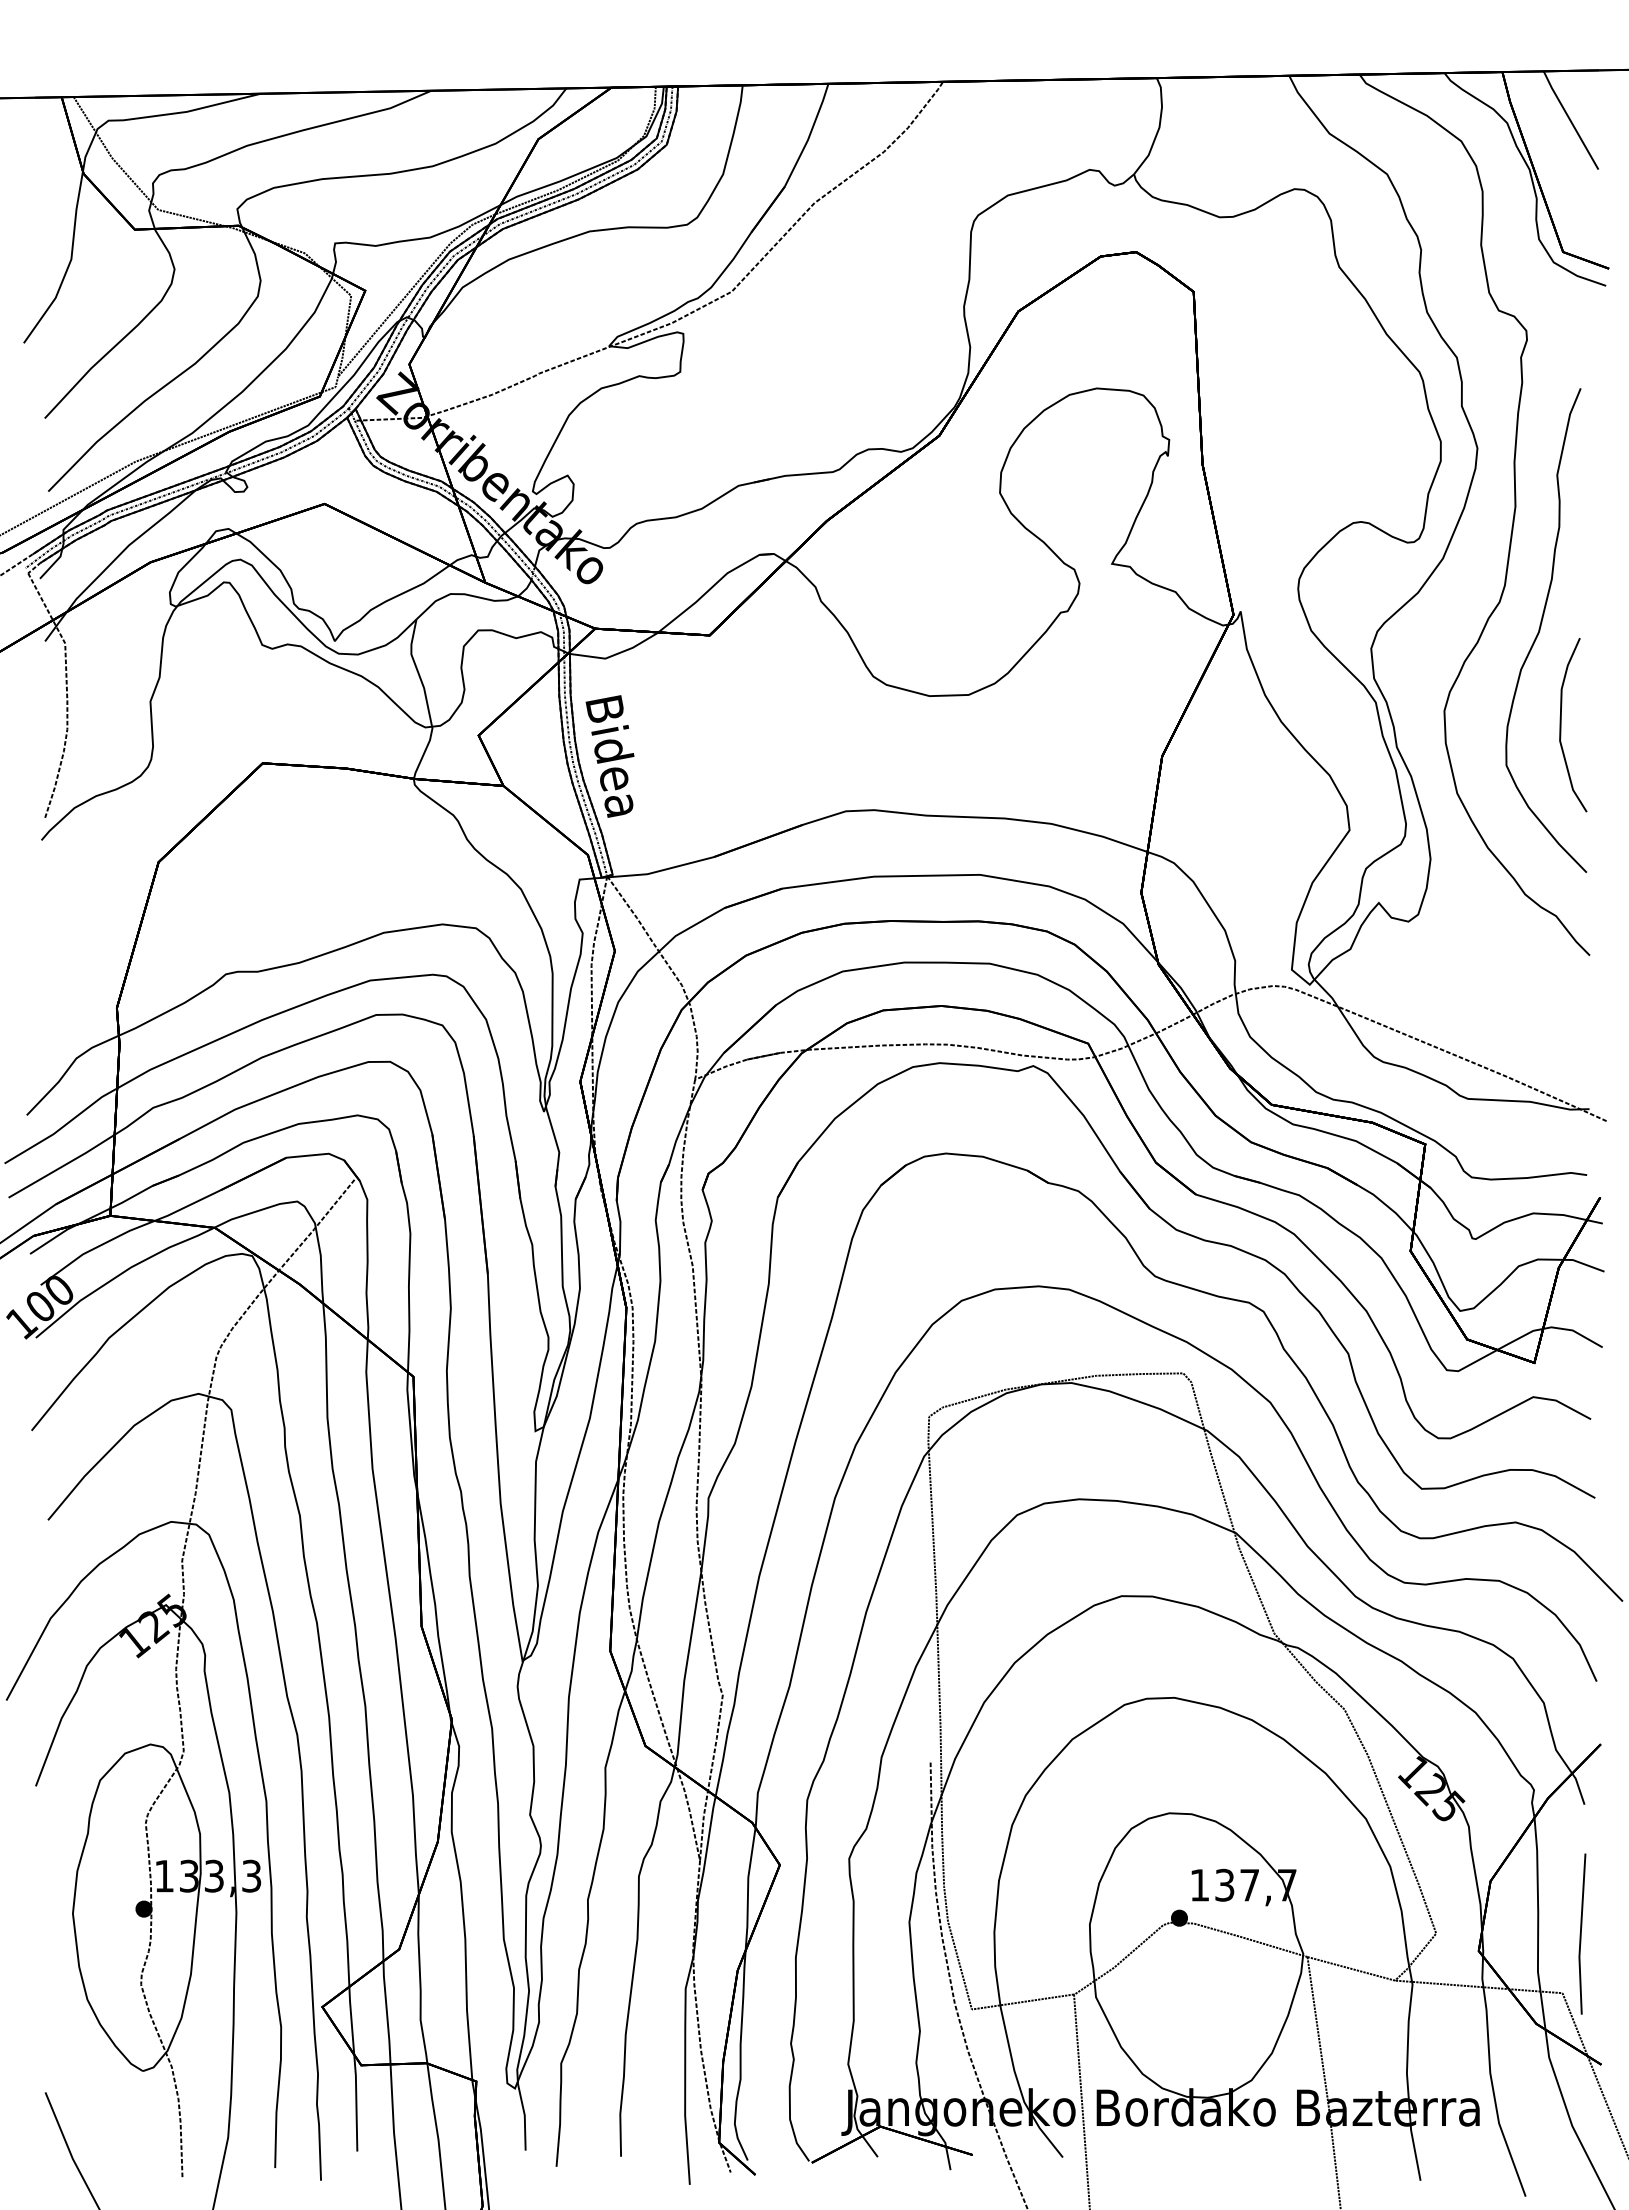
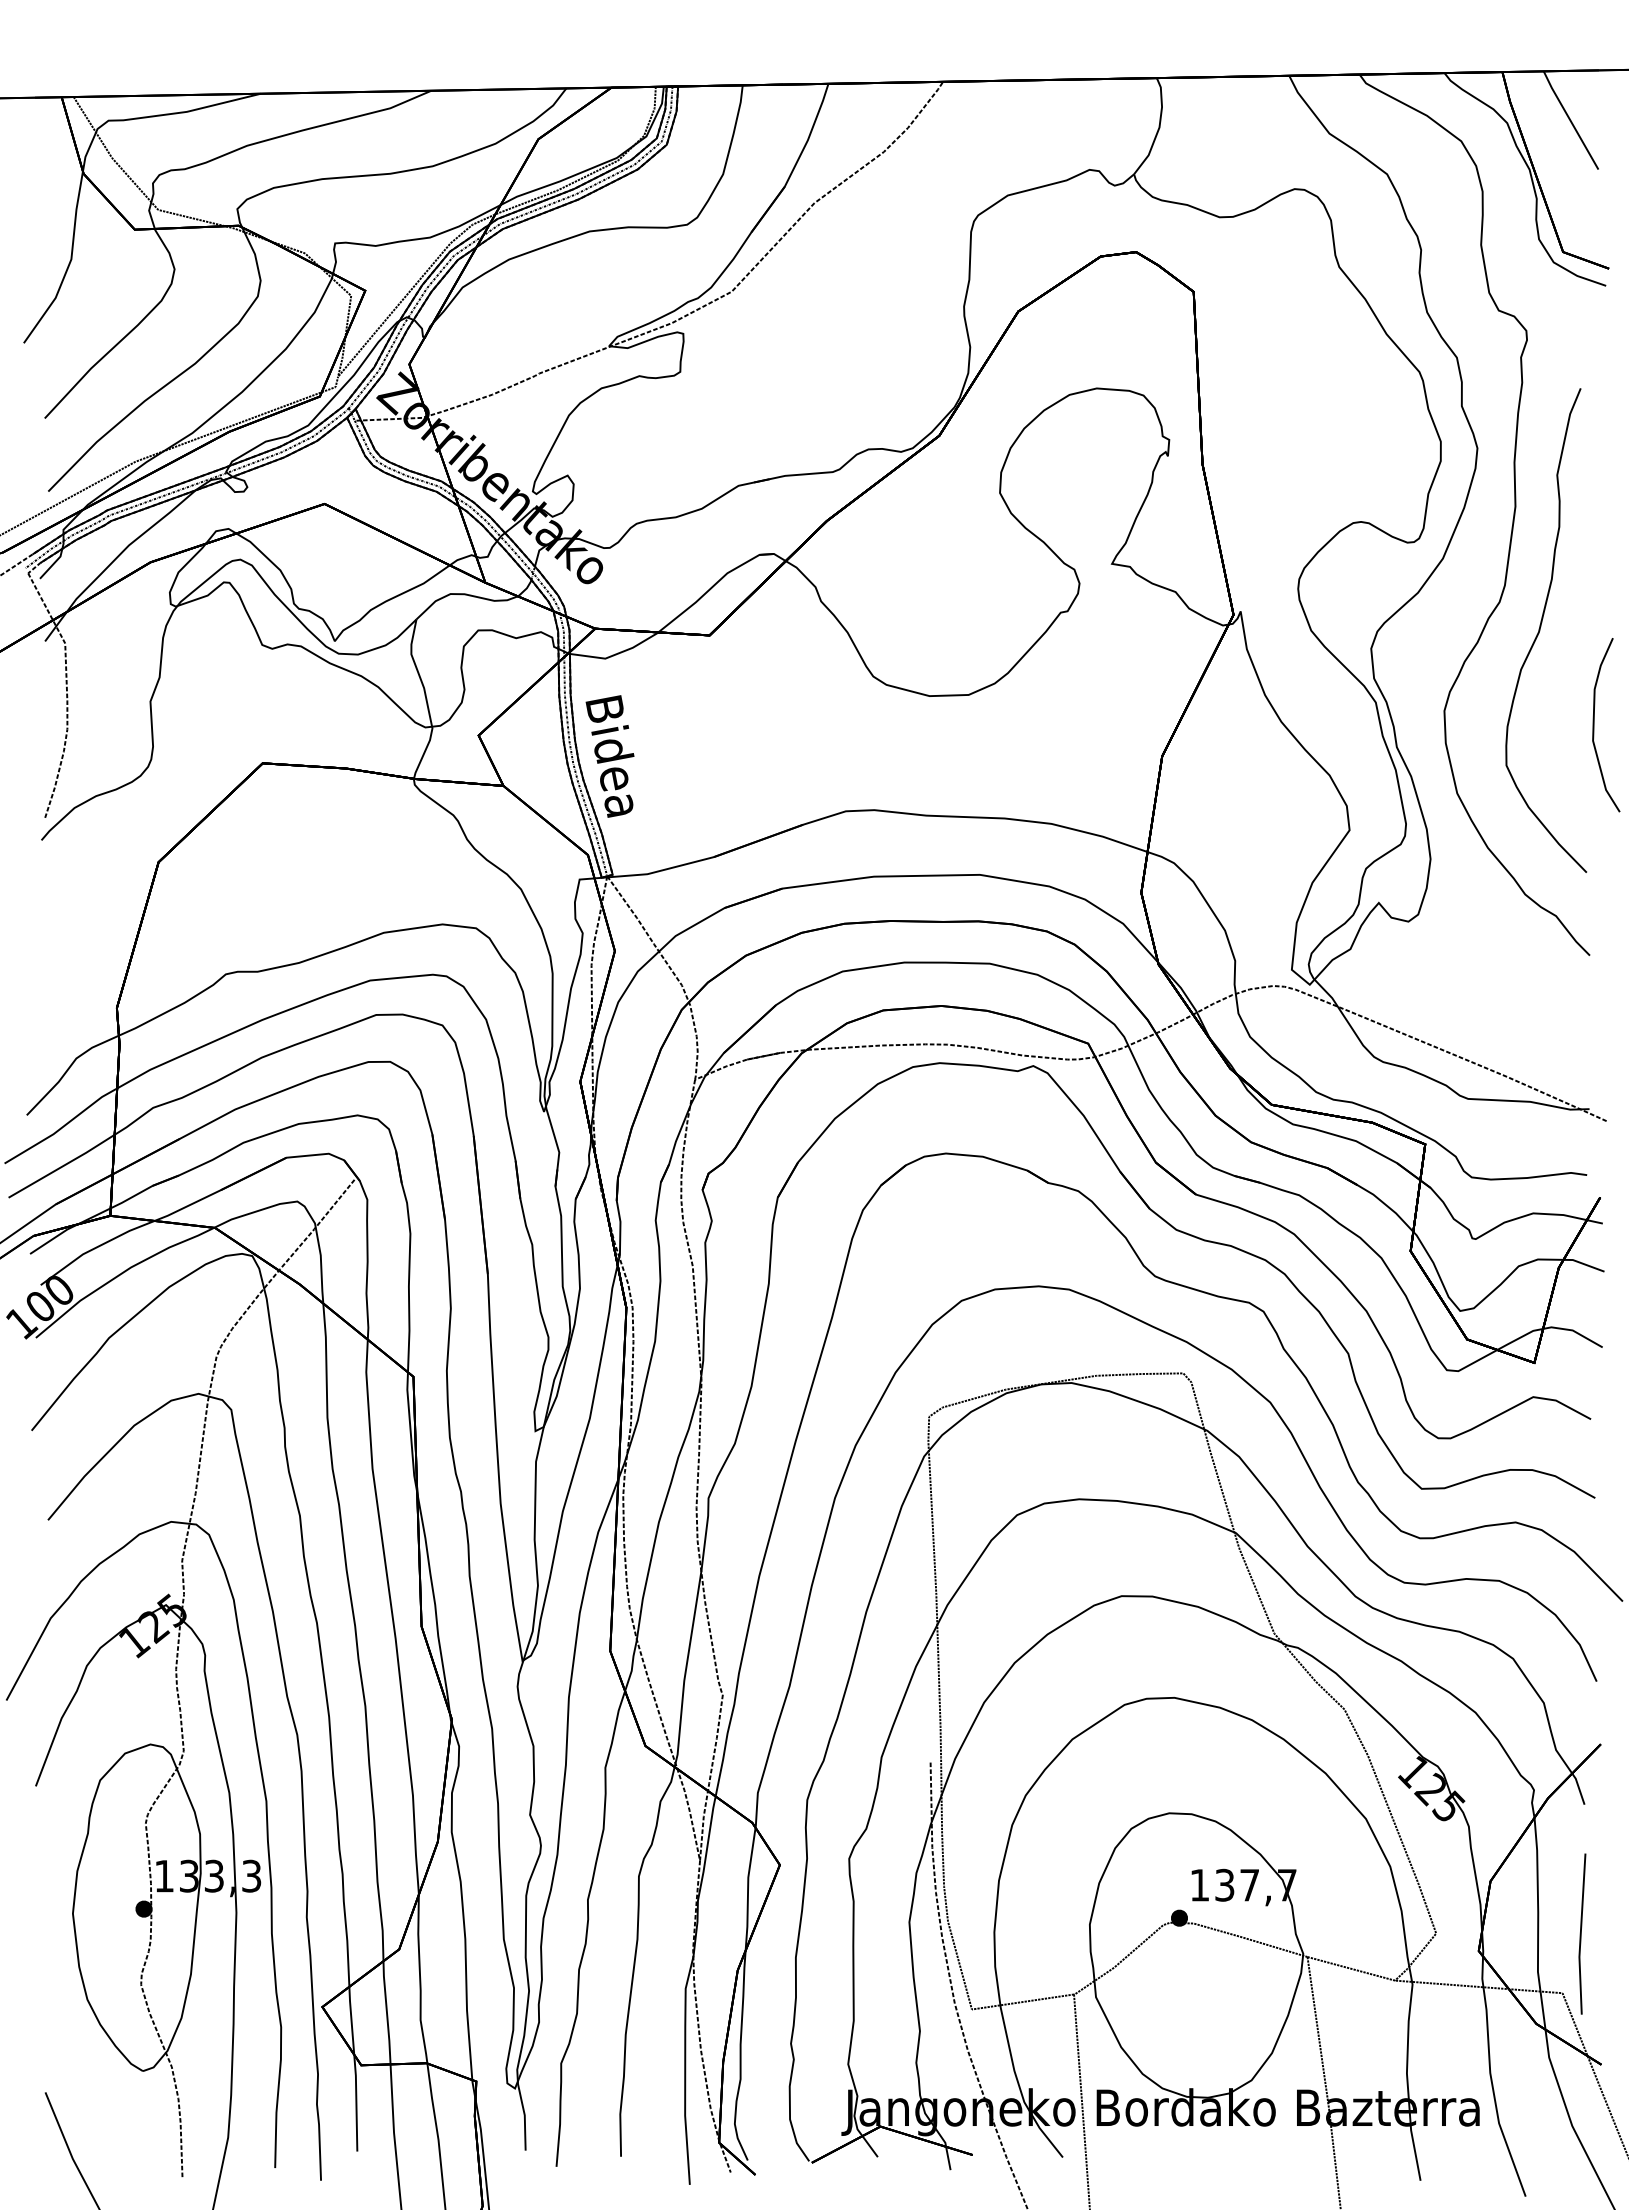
curve at (1561, 725) position: (1561, 725) -> (1594, 725)
